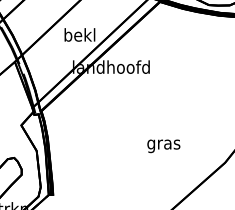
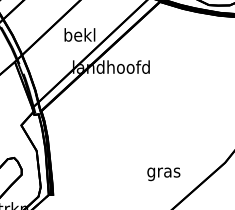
text at (163, 146) position: (163, 146) -> (163, 174)
